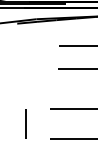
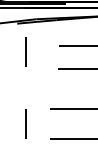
line at (25, 51): none -> present
